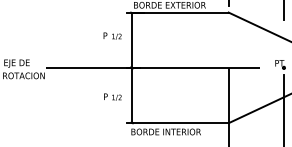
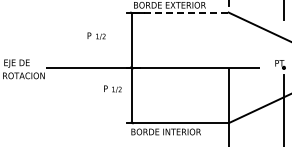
line at (180, 12): solid -> dashed
text at (112, 35) position: (112, 35) -> (96, 35)
text at (112, 96) position: (112, 96) -> (112, 88)
